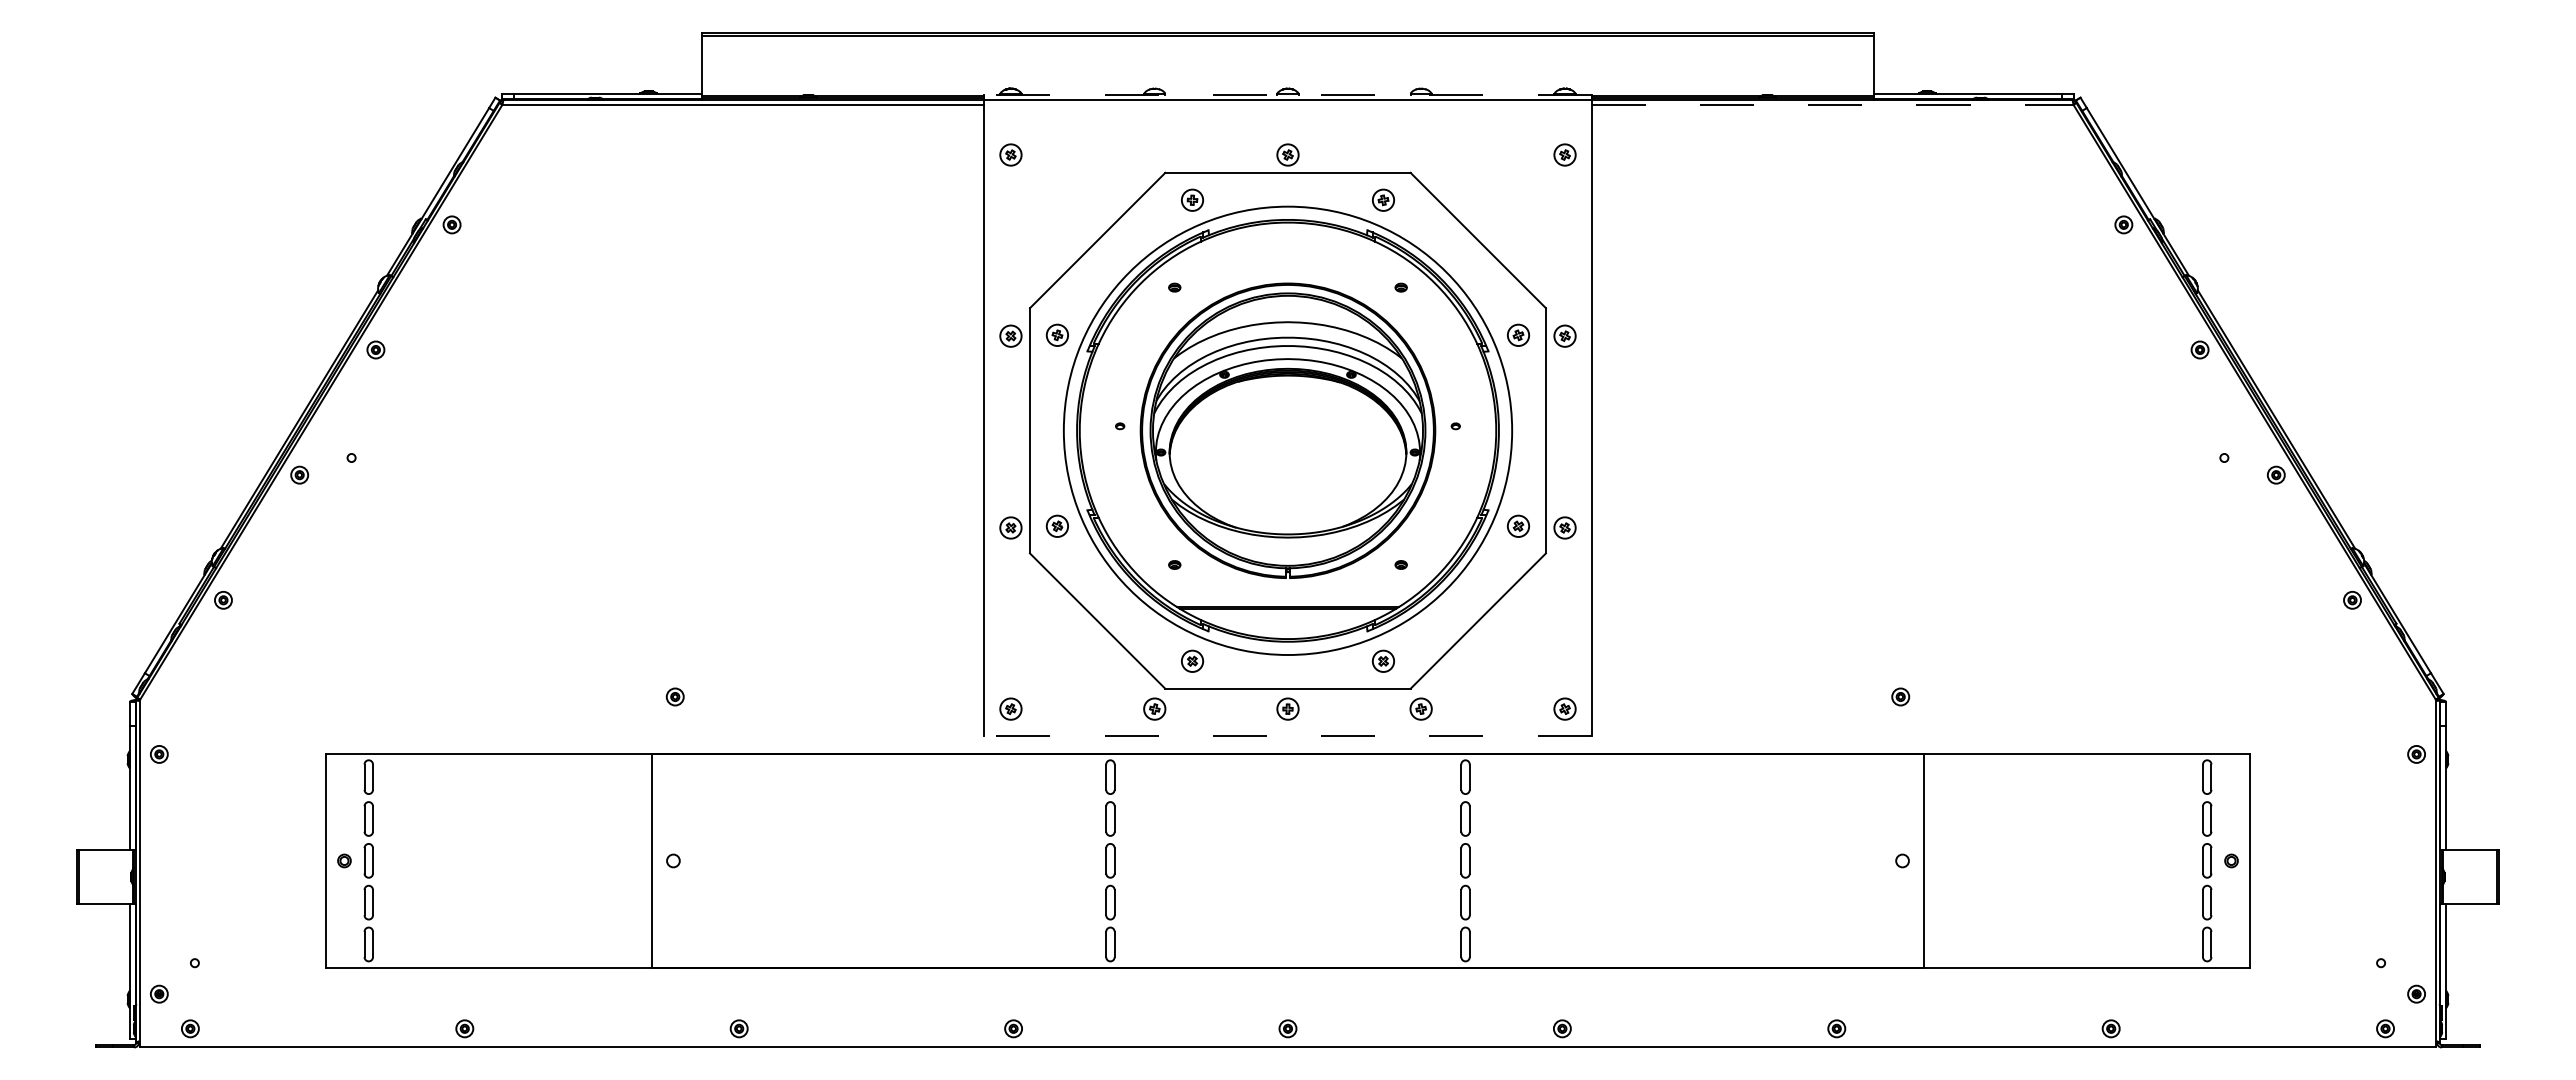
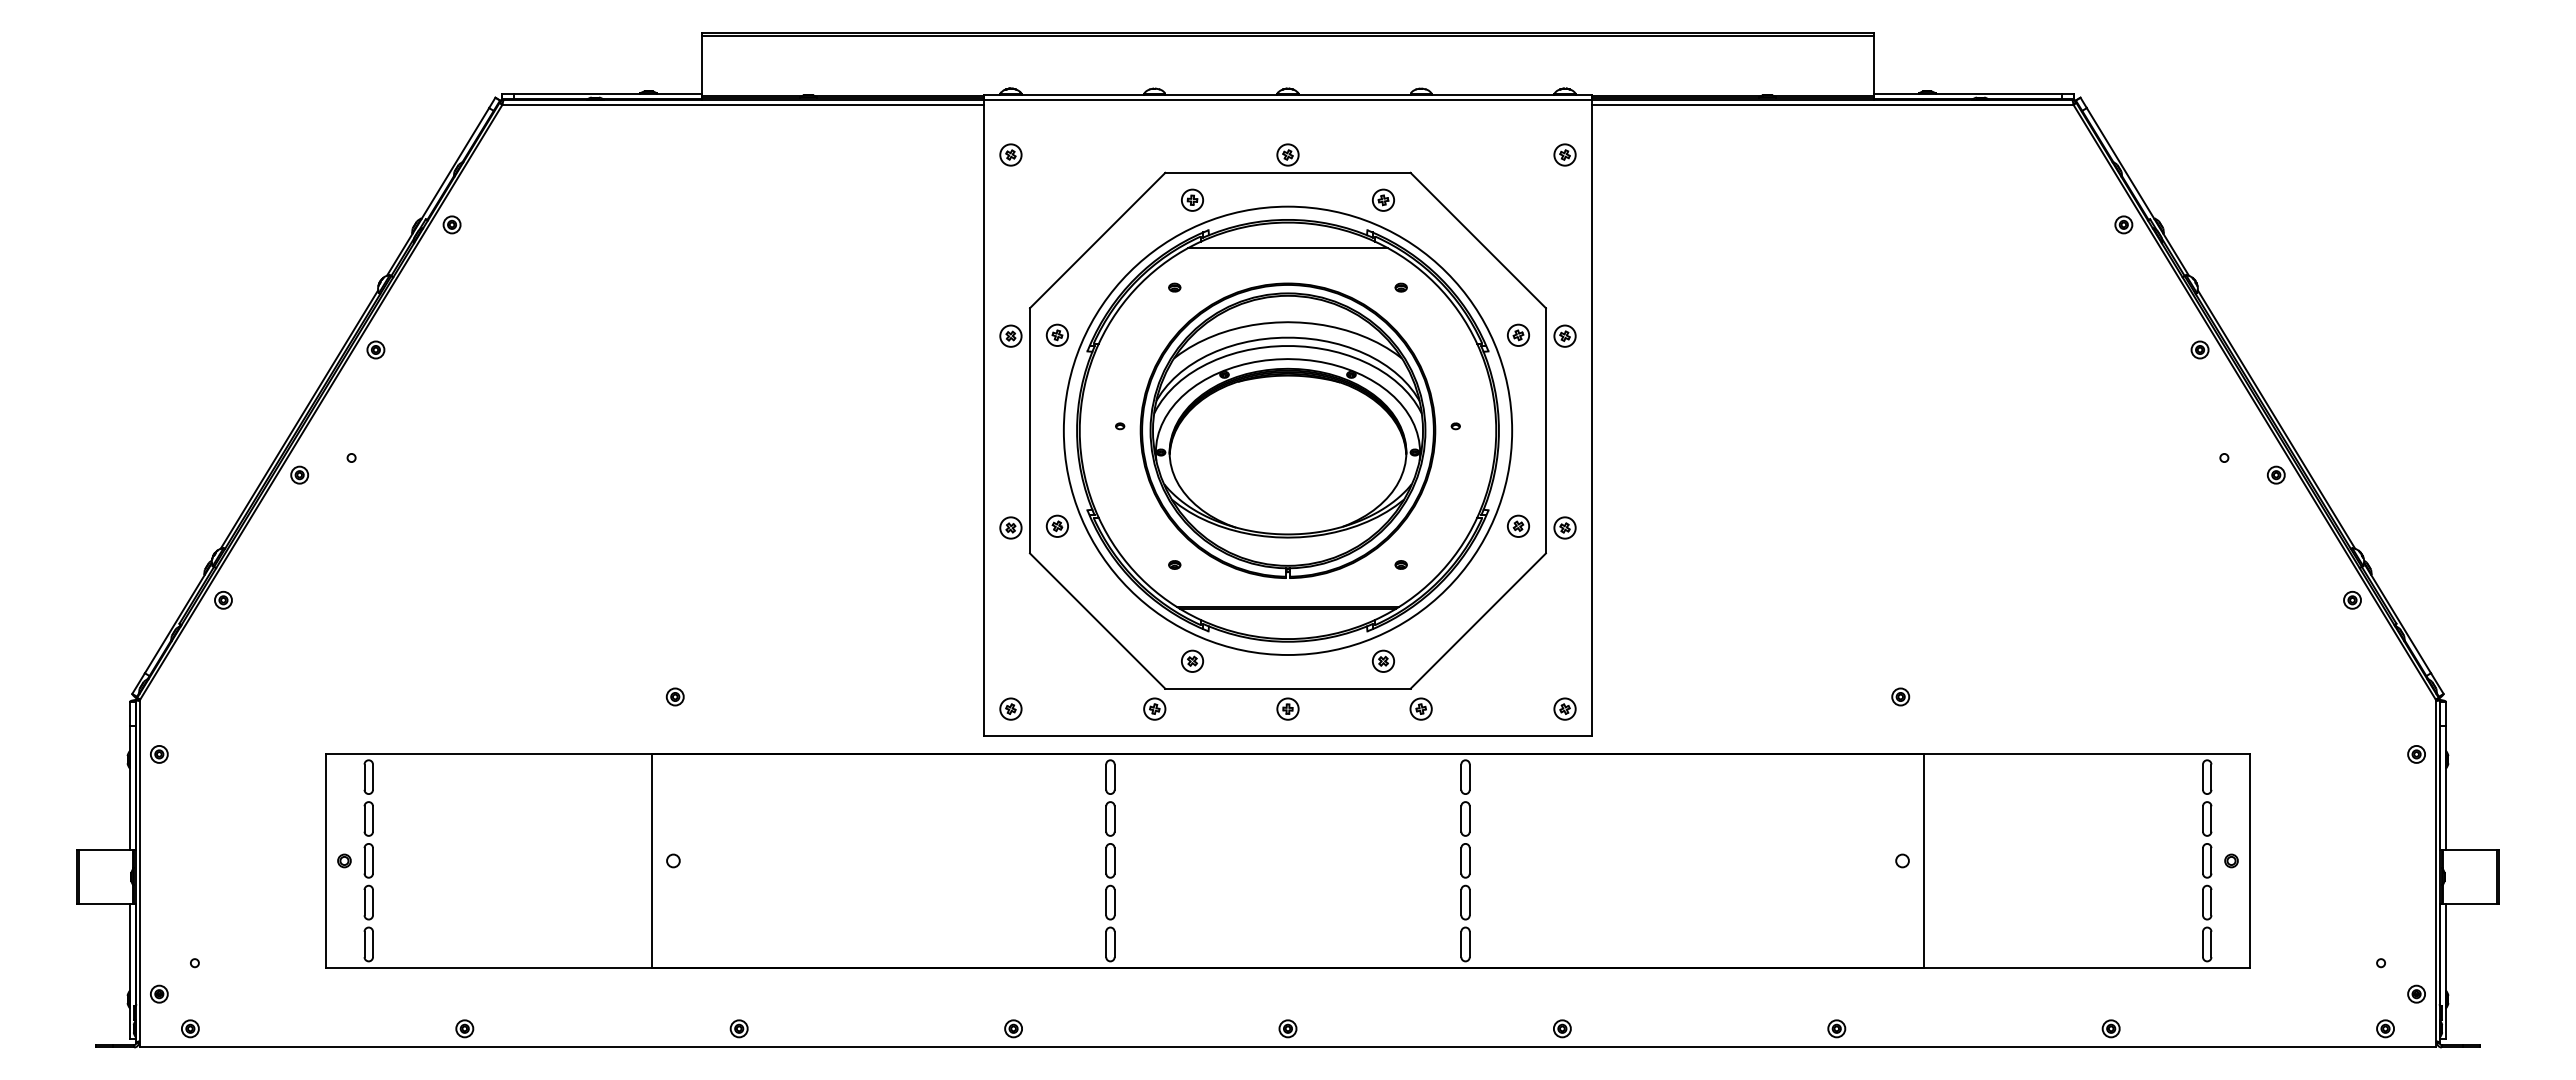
line at (1288, 95): dashed -> solid
line at (1832, 104): dashed -> solid
line at (1287, 248): none -> present
line at (1288, 735): dashed -> solid
